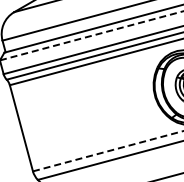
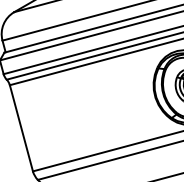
line at (92, 35): dashed -> solid
line at (108, 151): dashed -> solid
